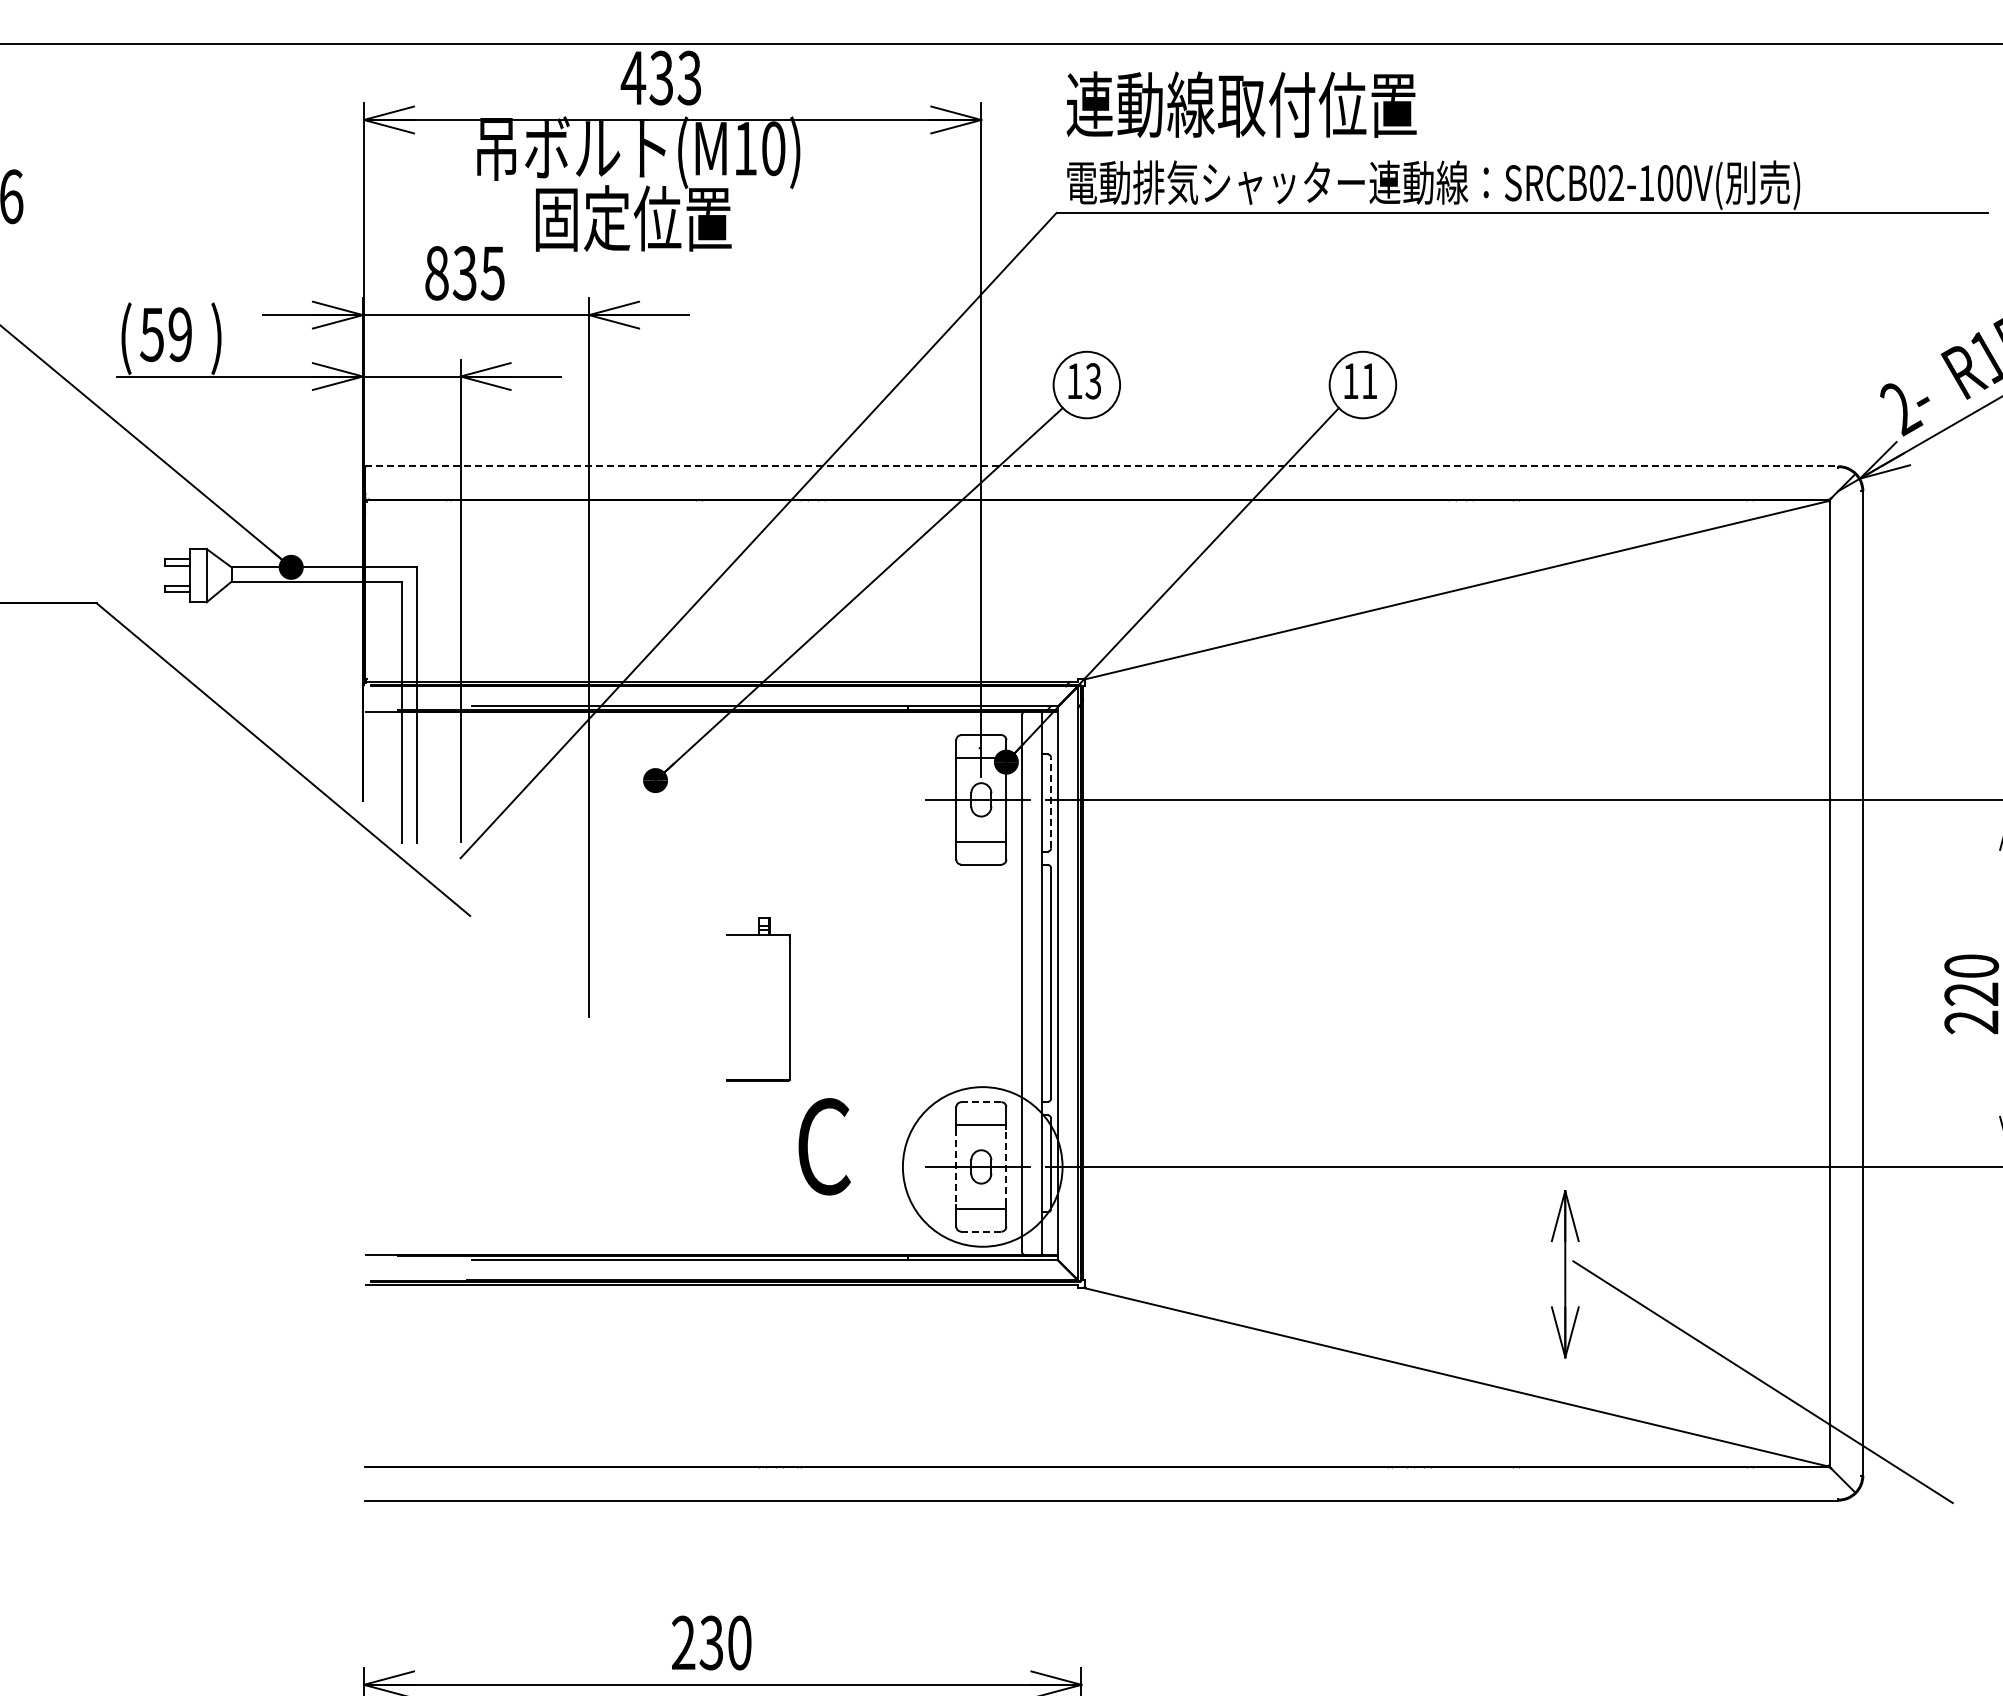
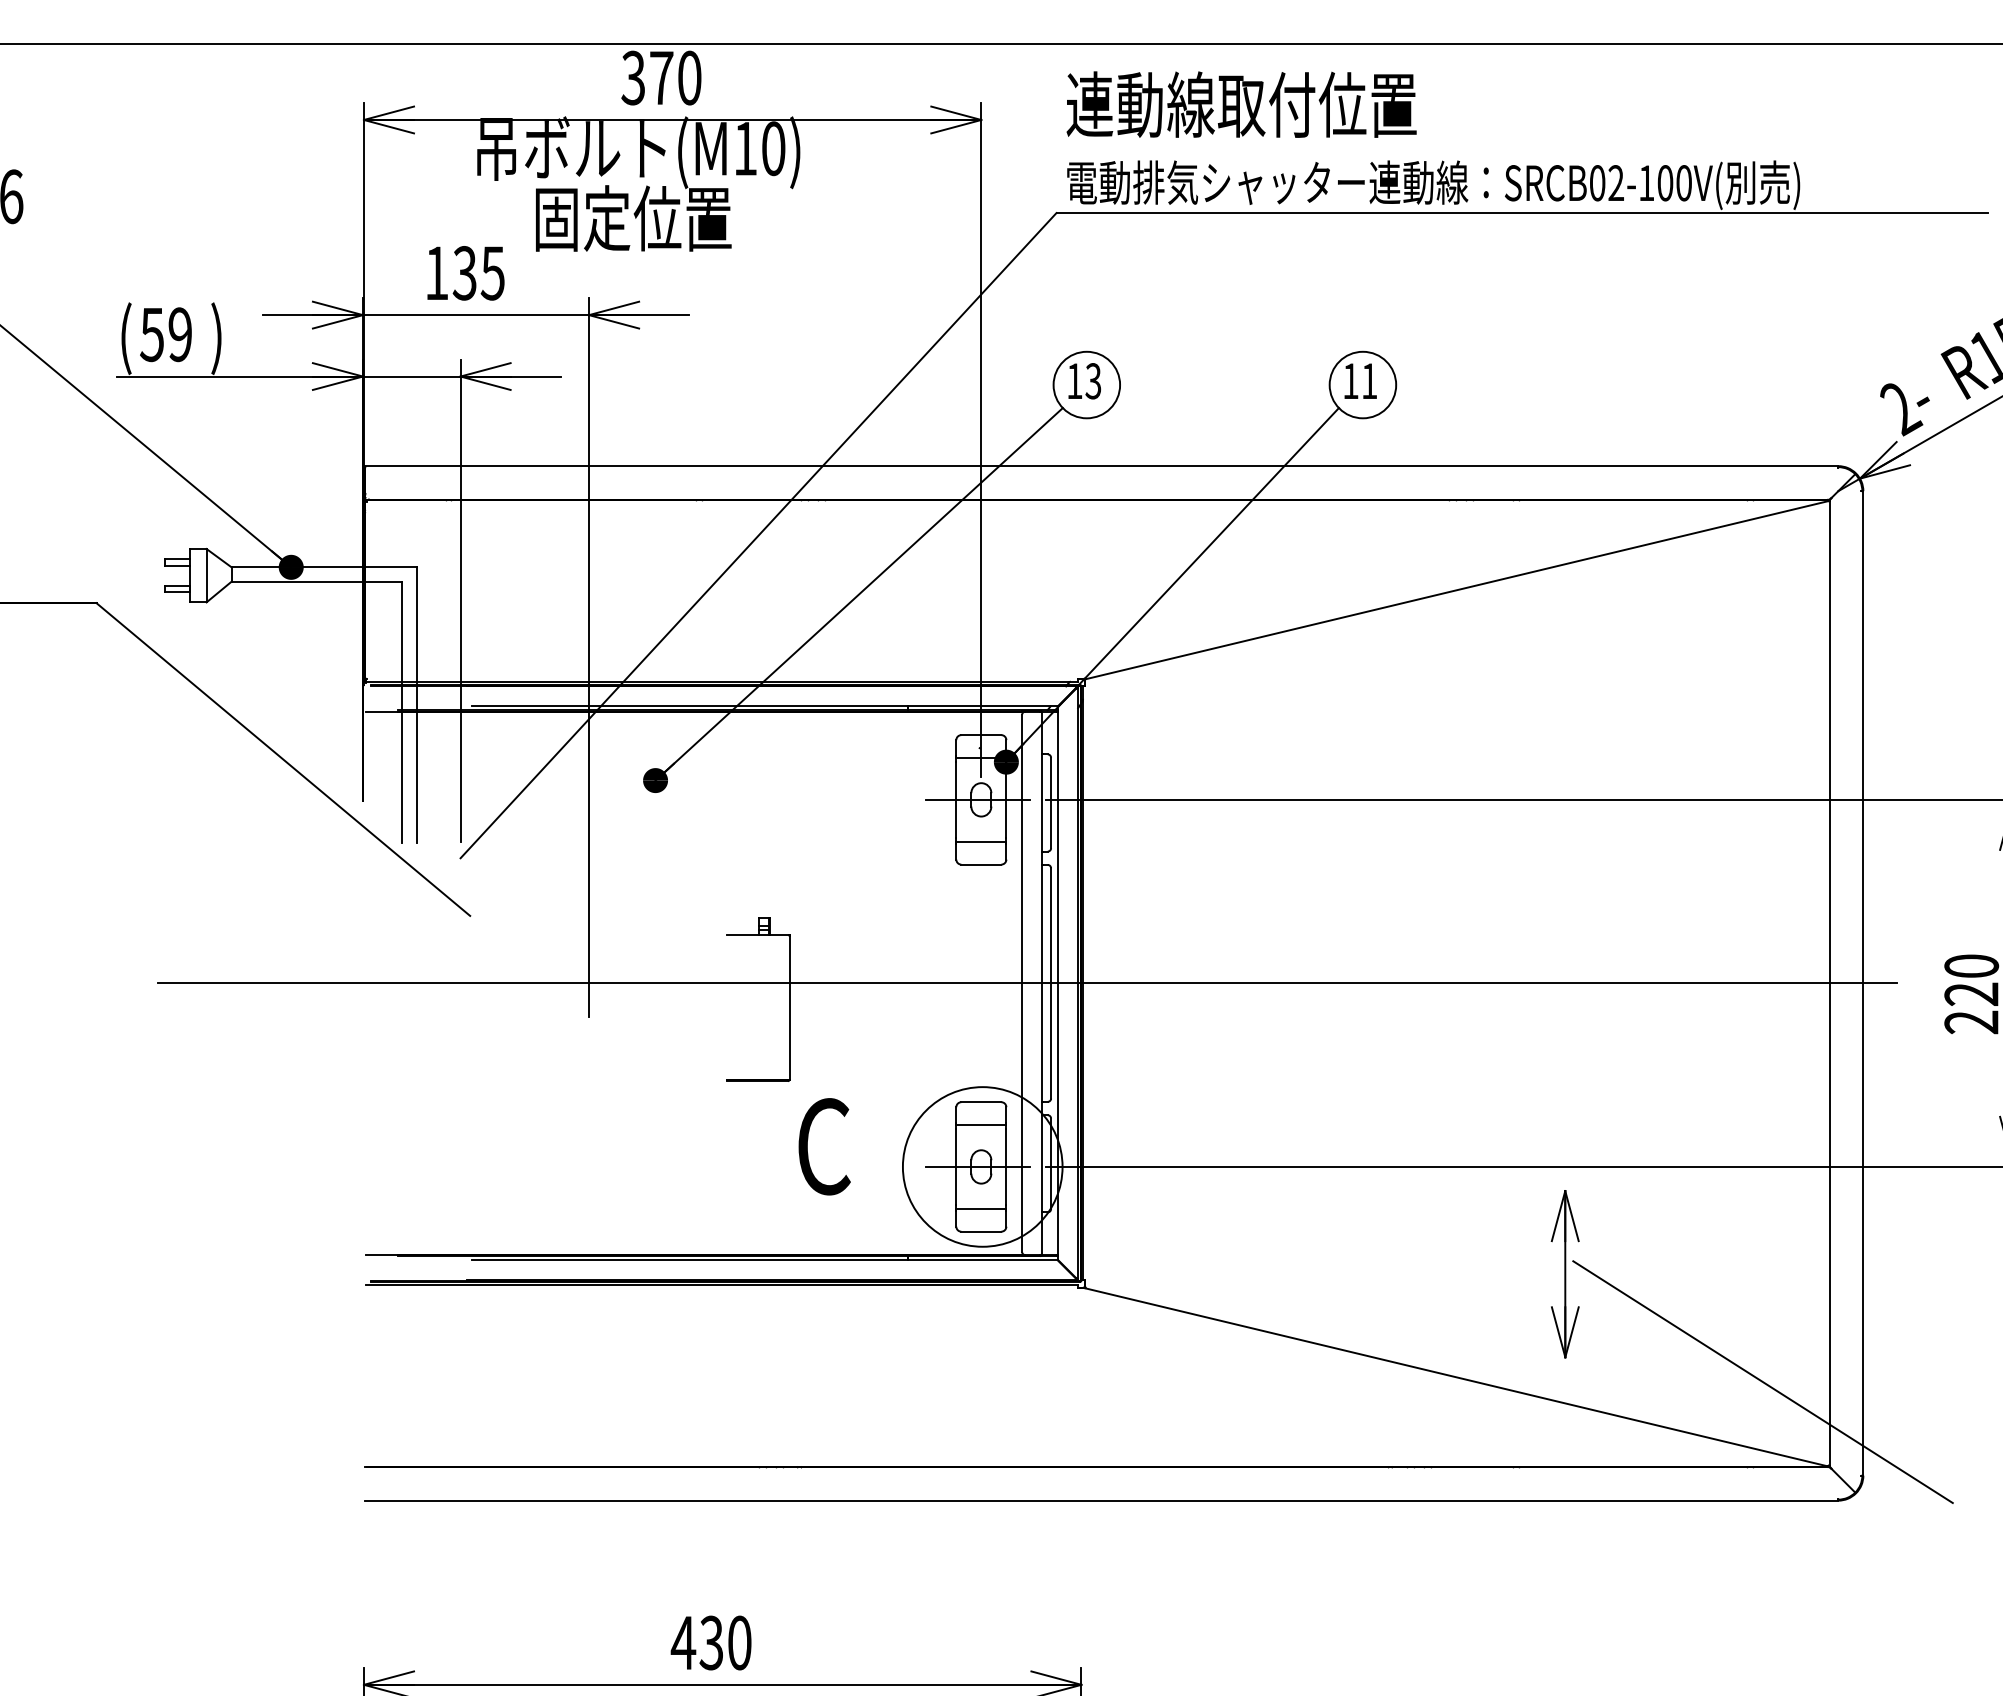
text at (660, 77): 433 -> 370
text at (436, 273): 835 -> 135
line at (1101, 466): dashed -> solid
line at (1051, 802): dashed -> solid
line at (1027, 983): none -> present
line at (980, 1102): dashed -> solid
line at (956, 1166): dashed -> solid
line at (1006, 1166): dashed -> solid
line at (981, 1231): dashed -> solid
text at (683, 1642): 230 -> 430
